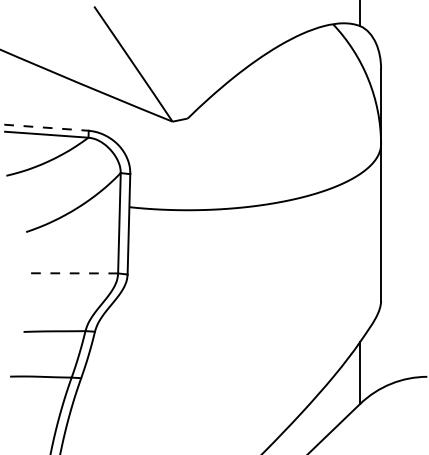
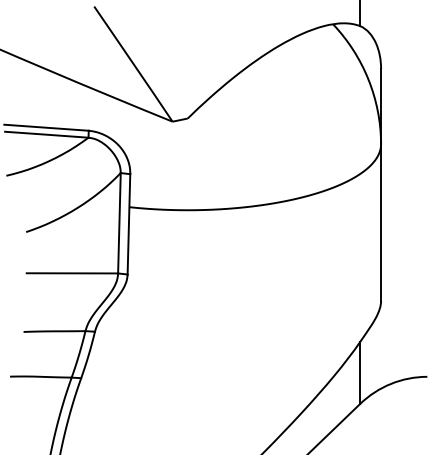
line at (47, 127): dashed -> solid
line at (72, 273): dashed -> solid
